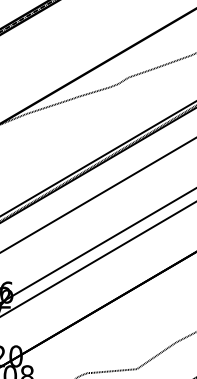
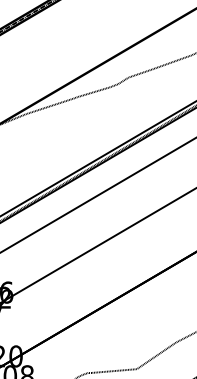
line at (97, 259): present -> none
